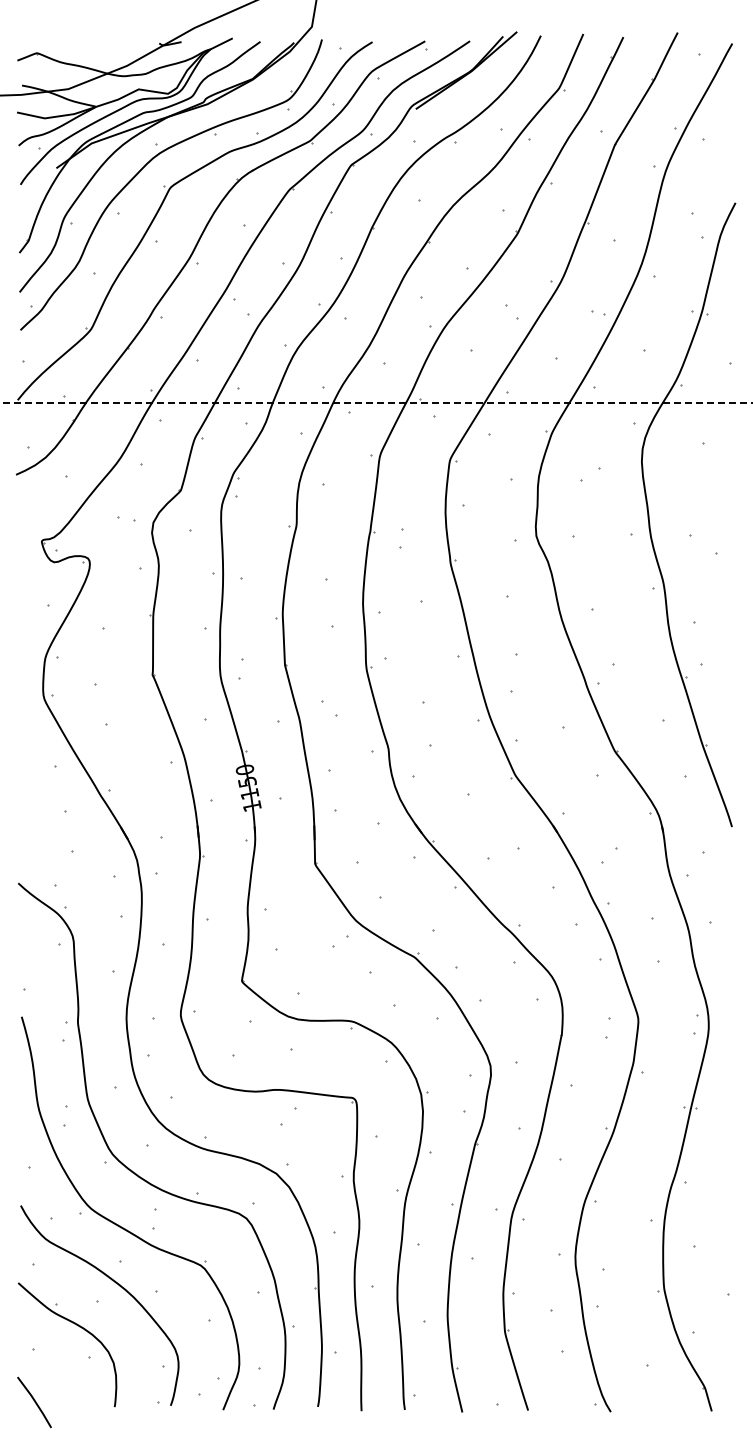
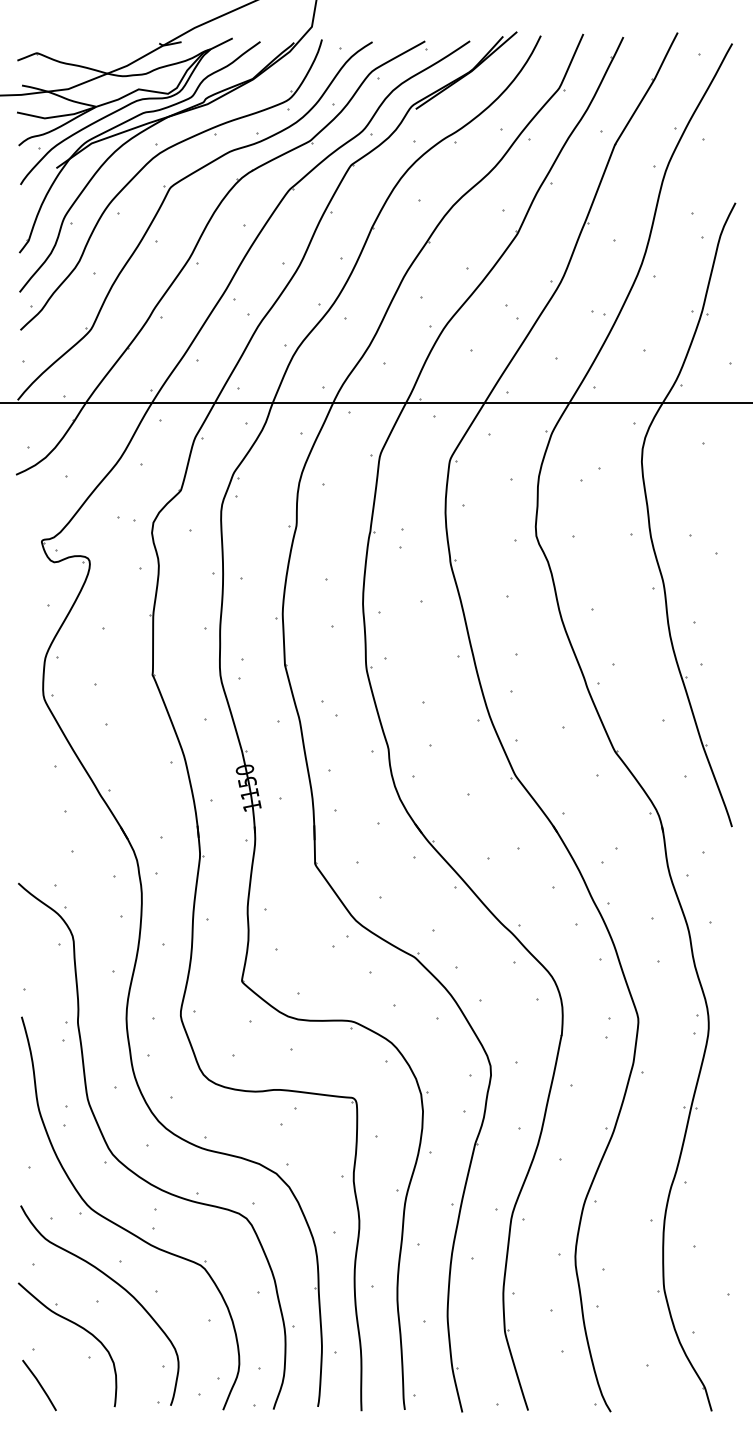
line at (376, 403): dashed -> solid
line at (34, 1402) position: (34, 1402) -> (39, 1385)
